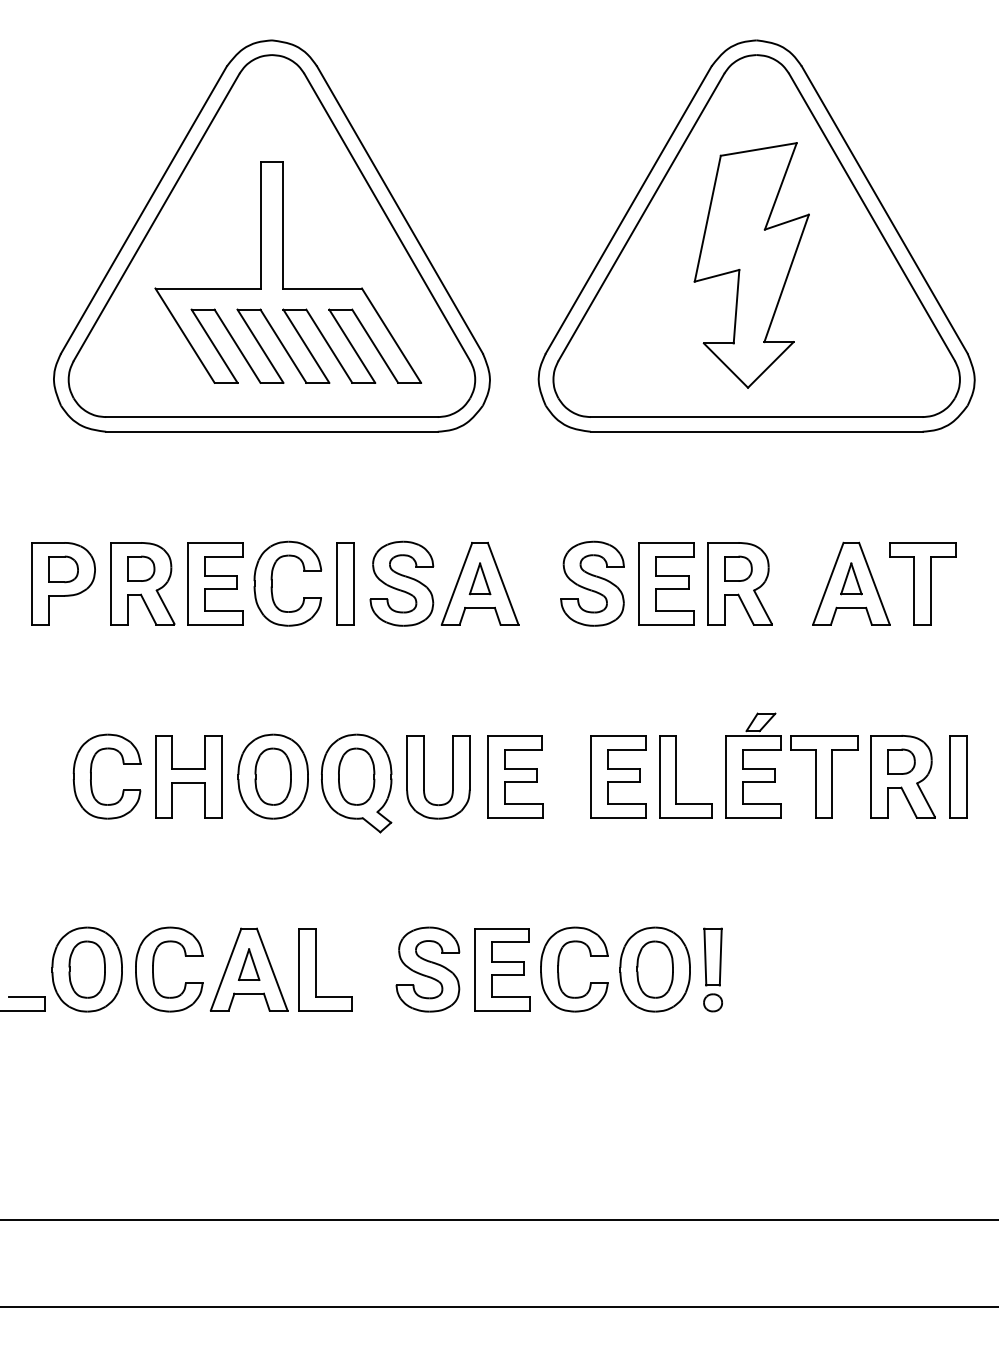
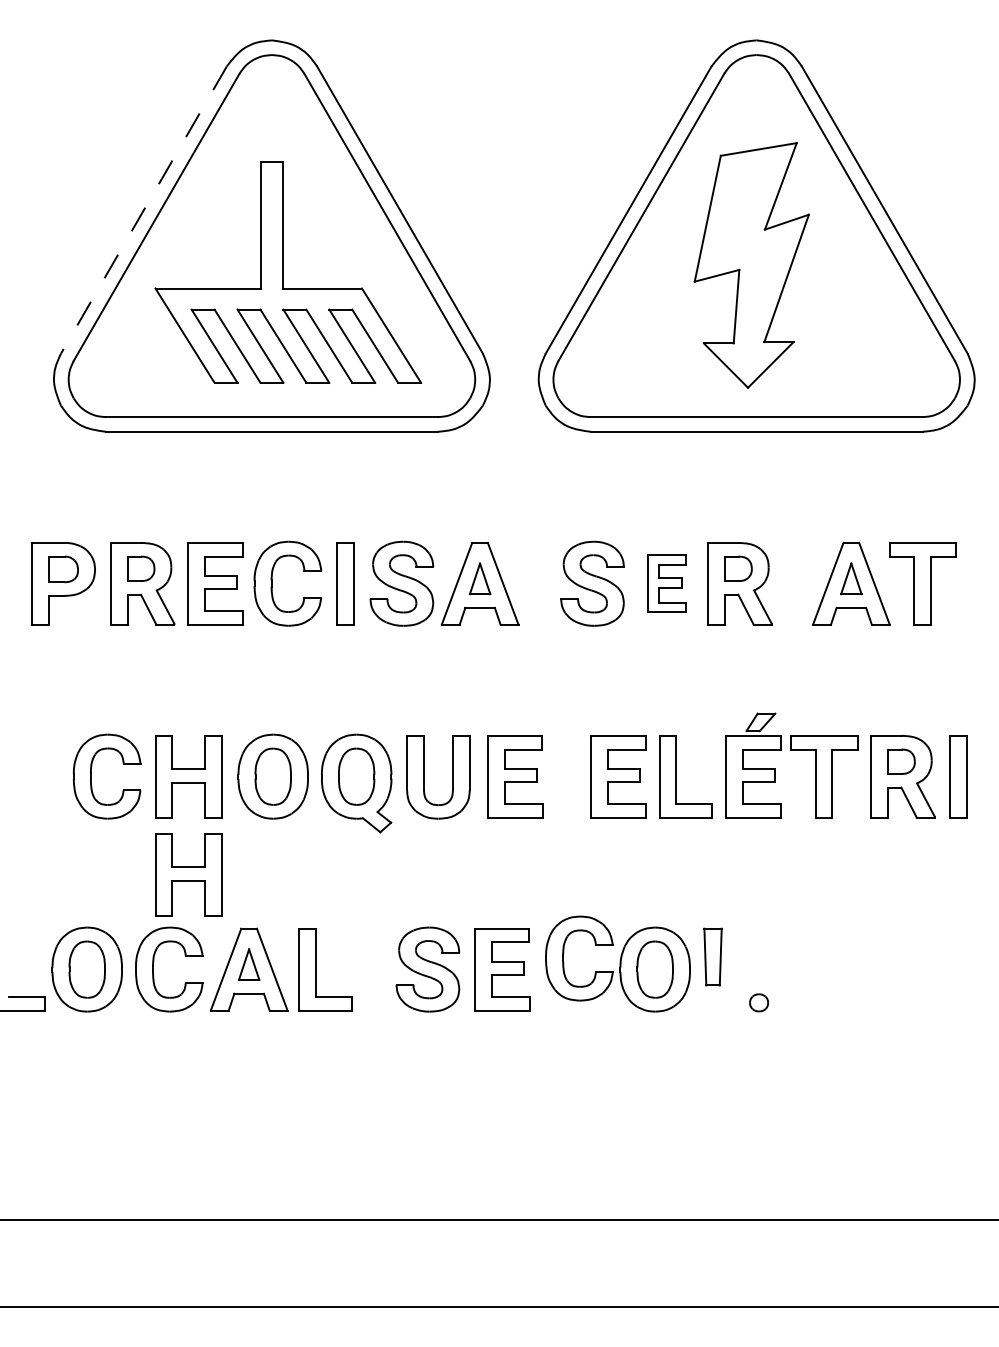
line at (143, 210): solid -> dashed
part at (666, 583) size: 57x84 px -> 40x59 px
part at (188, 874): none -> present
part at (559, 965) position: (559, 965) -> (564, 954)
part at (712, 1002) position: (712, 1002) -> (758, 1002)
